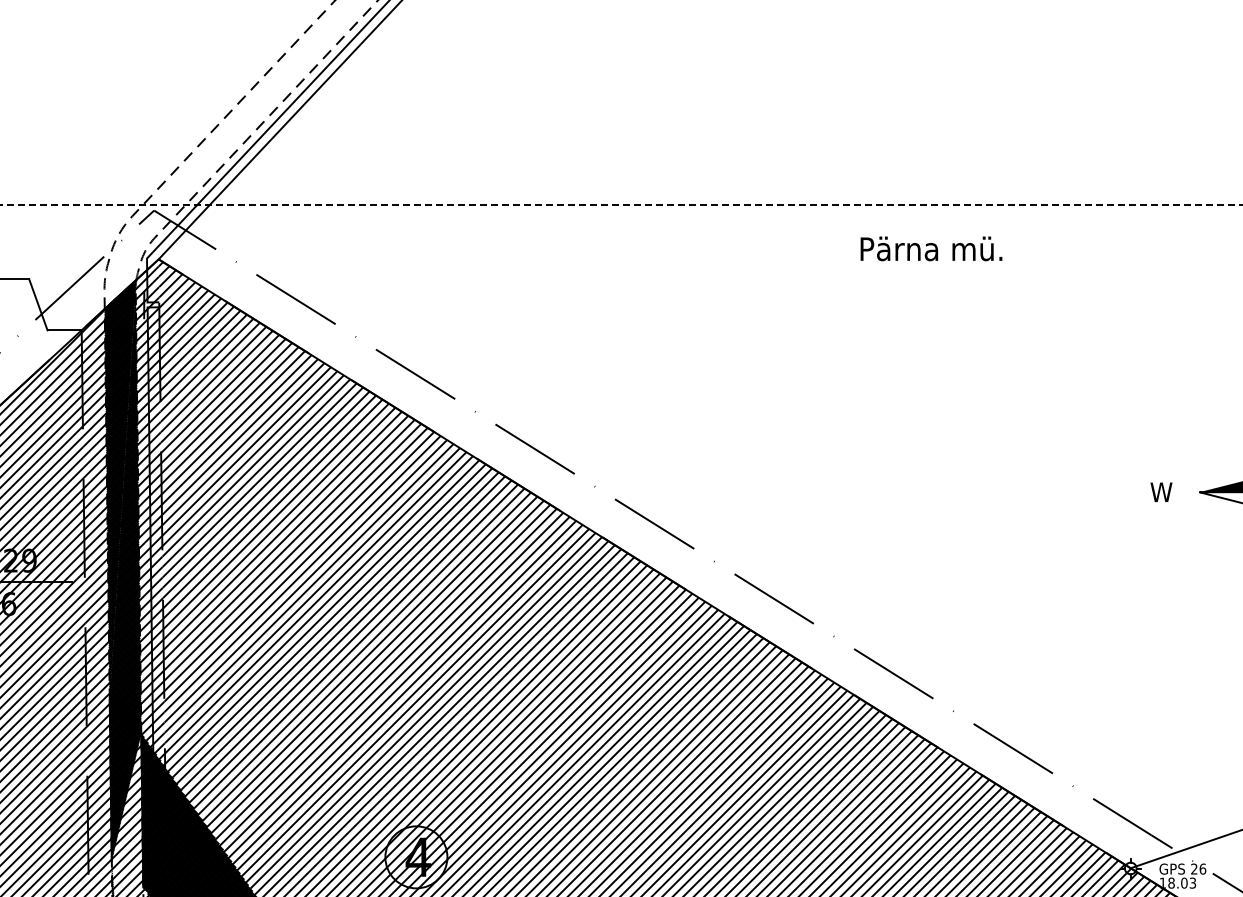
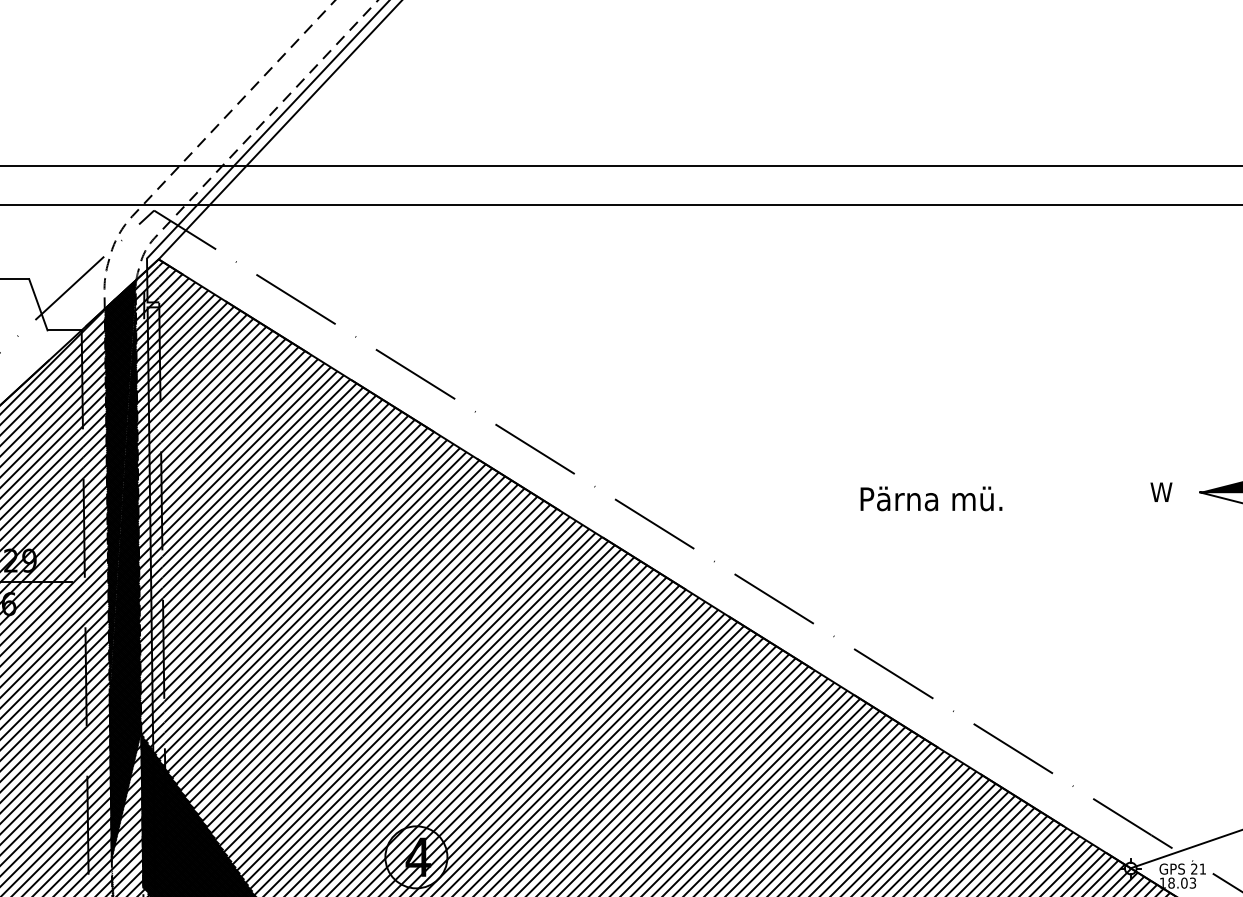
line at (620, 166): none -> present
line at (621, 204): dashed -> solid
text at (931, 248) position: (931, 248) -> (931, 498)
text at (1202, 868): 26 -> 21
